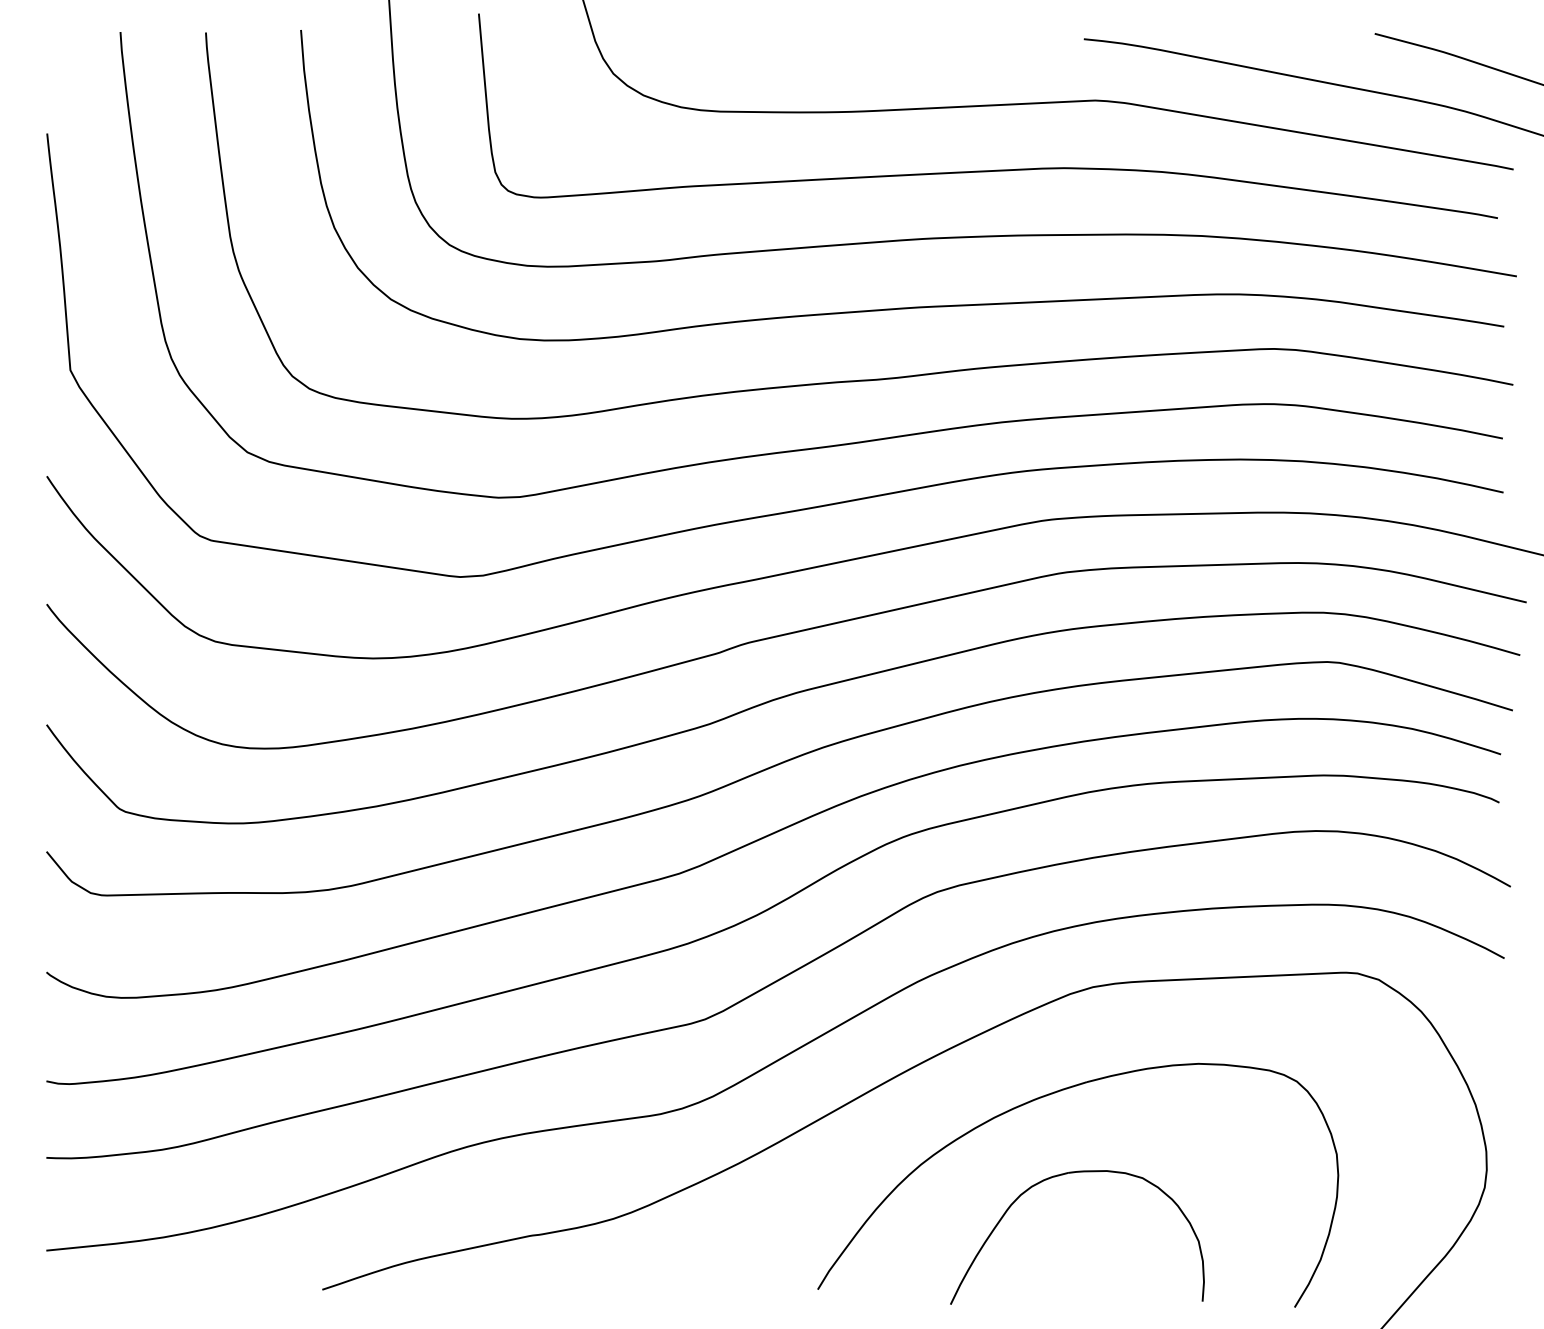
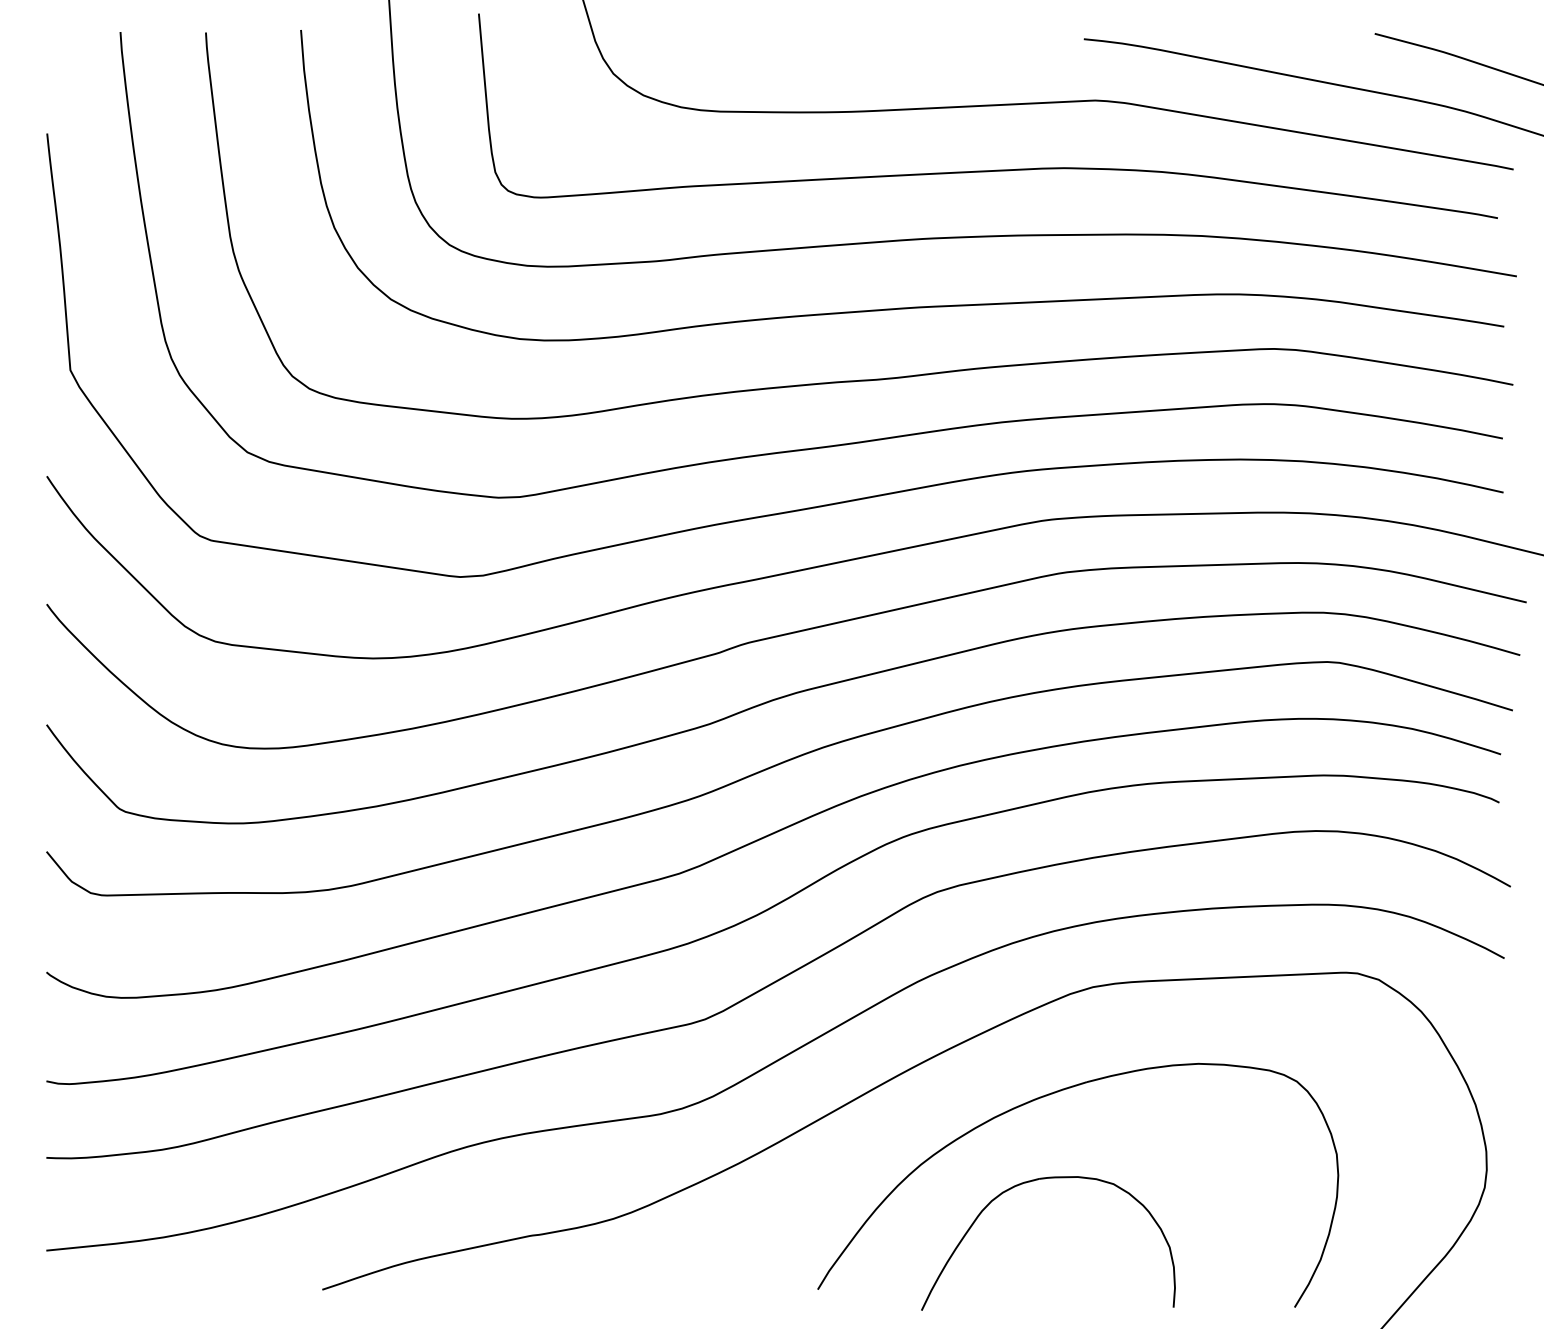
part at (1063, 1175) position: (1063, 1175) -> (1034, 1181)
